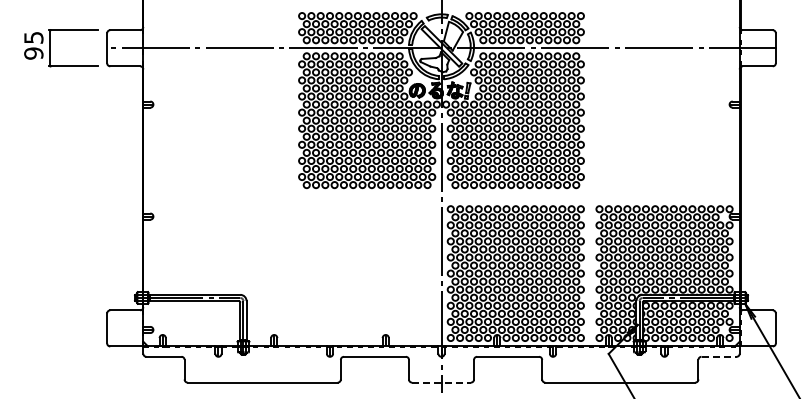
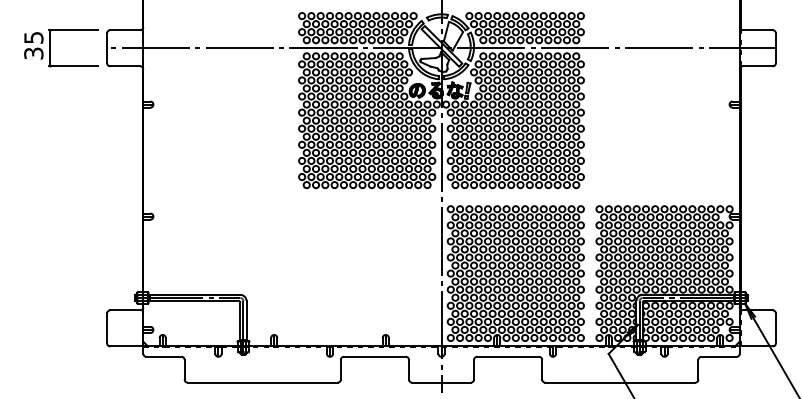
text at (33, 53): 95 -> 35
line at (719, 356): dashed -> solid
line at (442, 382): dashed -> solid
